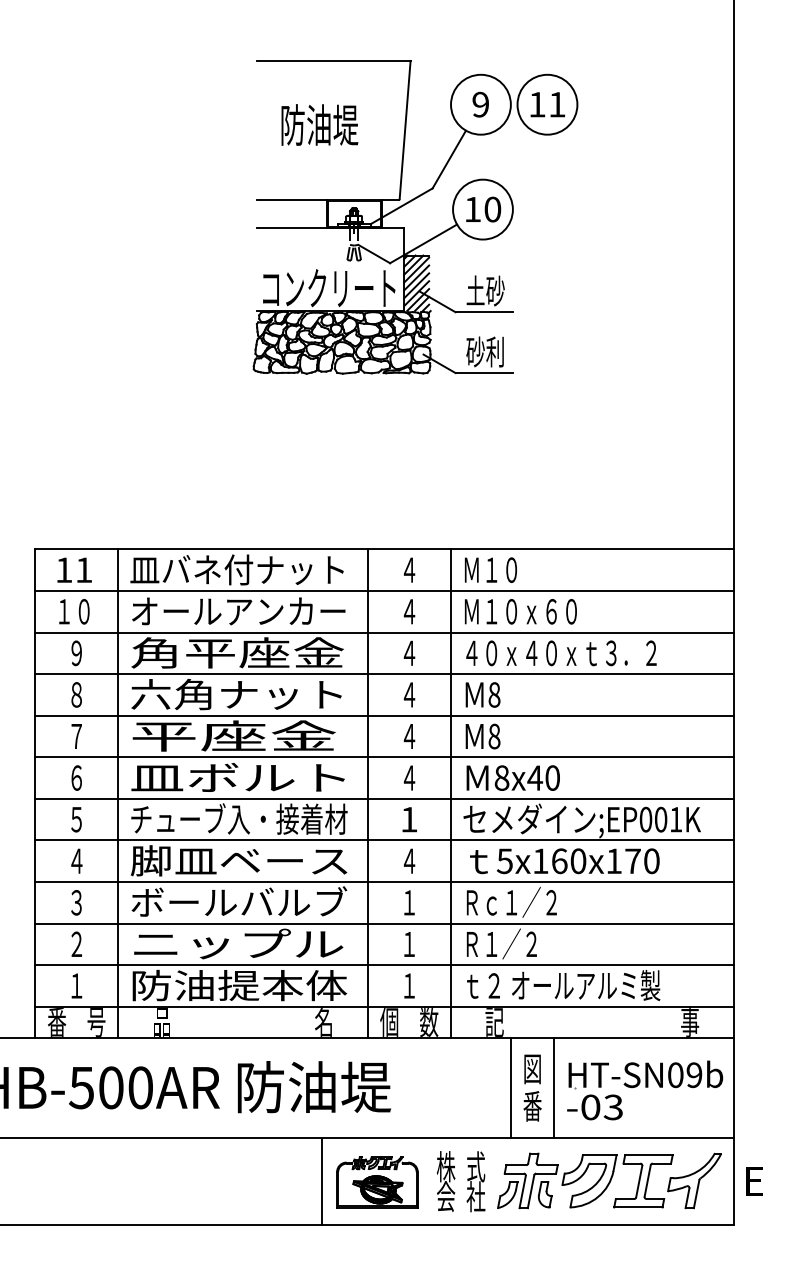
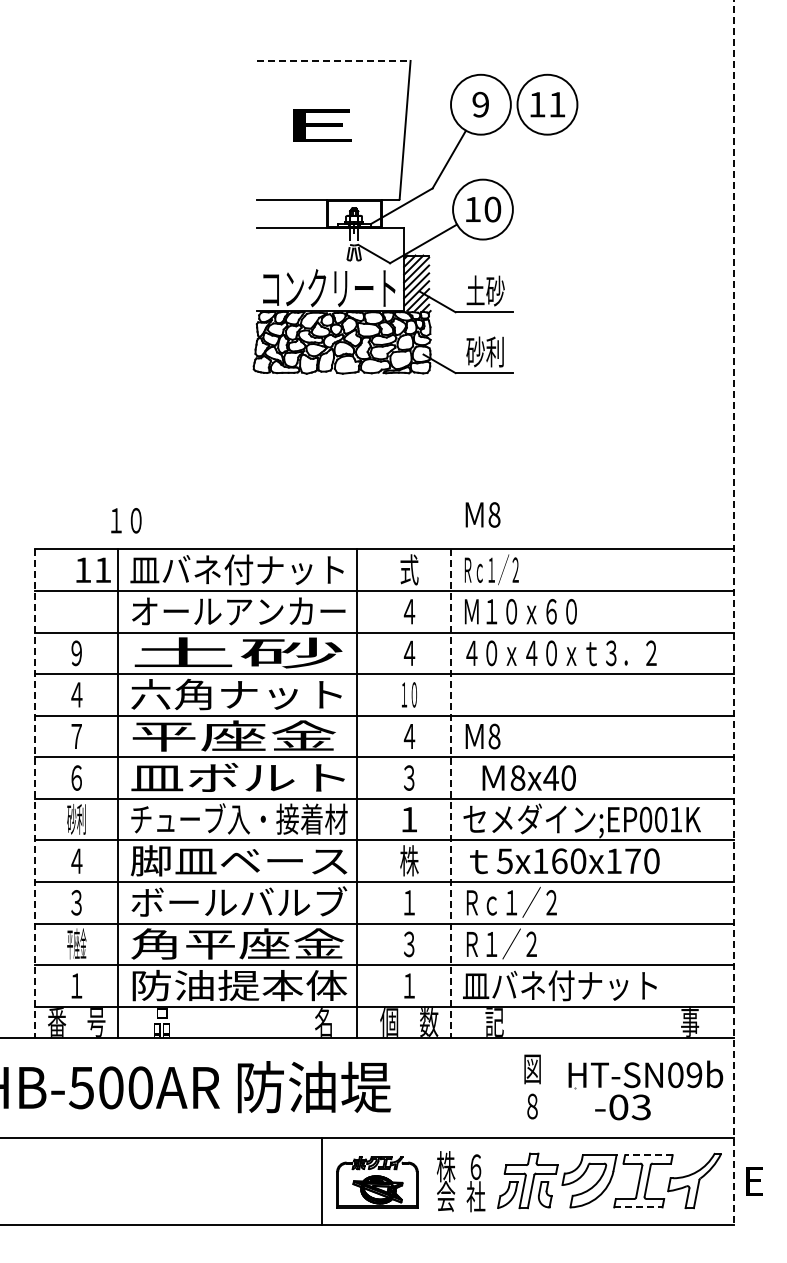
line at (333, 60): solid -> dashed
text at (319, 124): 防油堤 -> E
text at (74, 569) position: (74, 569) -> (93, 569)
text at (409, 569): ４ -> 式
text at (492, 569): Ｍ１０ -> Ｒｃ１／２
text at (74, 611) position: (74, 611) -> (126, 520)
line at (733, 613): solid -> dashed
text at (237, 652): 角平座金 -> 土砂
text at (76, 694): ８ -> ４
text at (409, 694): ４ -> １０
text at (482, 694) position: (482, 694) -> (482, 514)
text at (409, 777): ４ -> ３
text at (512, 777) position: (512, 777) -> (528, 777)
line at (367, 793) position: (367, 793) -> (356, 793)
line at (35, 794): solid -> dashed
line at (450, 794): solid -> dashed
text at (76, 819): ５ -> 砂利
text at (409, 860): ４ -> 株
text at (76, 943): ２ -> 平座金
text at (237, 943): ニップル -> 角平座金
text at (409, 944): １ -> ３
text at (561, 985): ｔ２ オールアルミ製 -> 皿バネ付ナット
line at (510, 1087): present -> none
line at (554, 1087): present -> none
text at (532, 1106): 番 -> ８
text at (594, 1107) position: (594, 1107) -> (622, 1107)
line at (648, 1155): solid -> dashed
text at (476, 1166): 式 -> ６
line at (638, 1207): solid -> dashed
